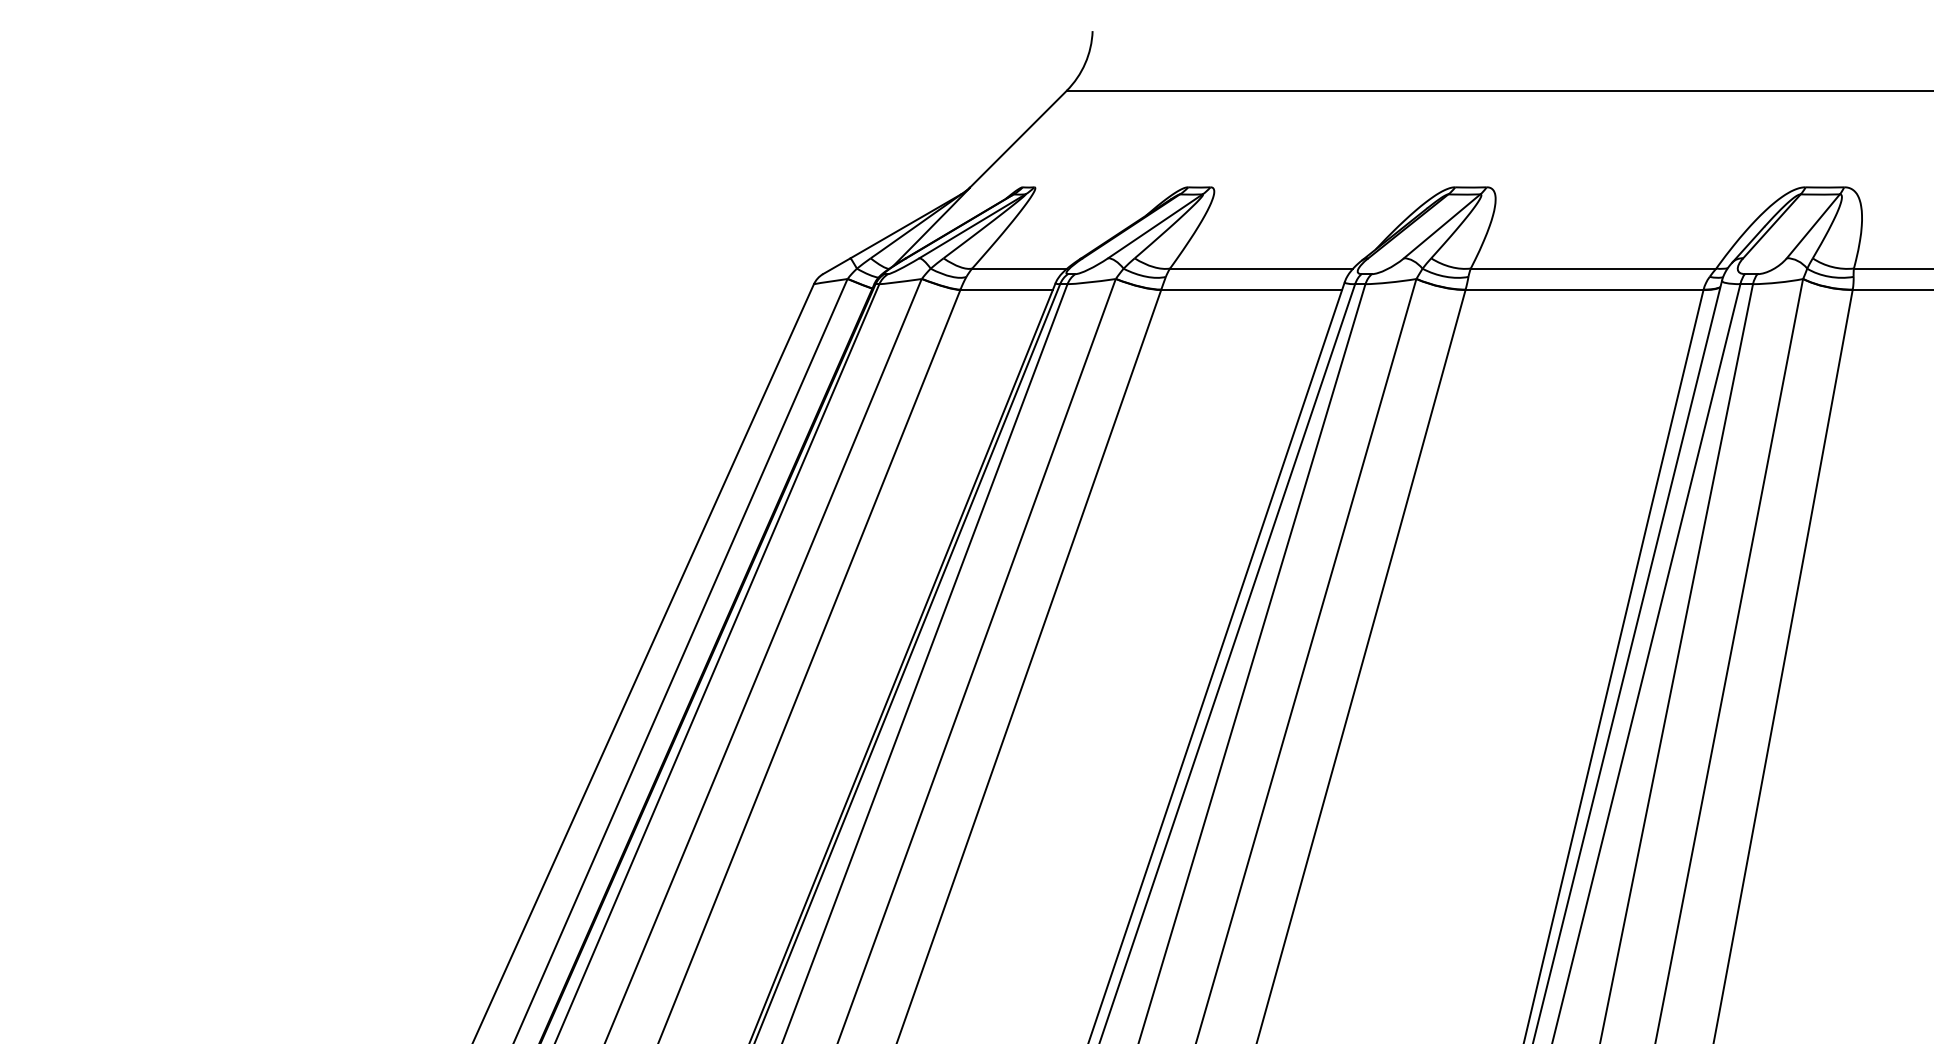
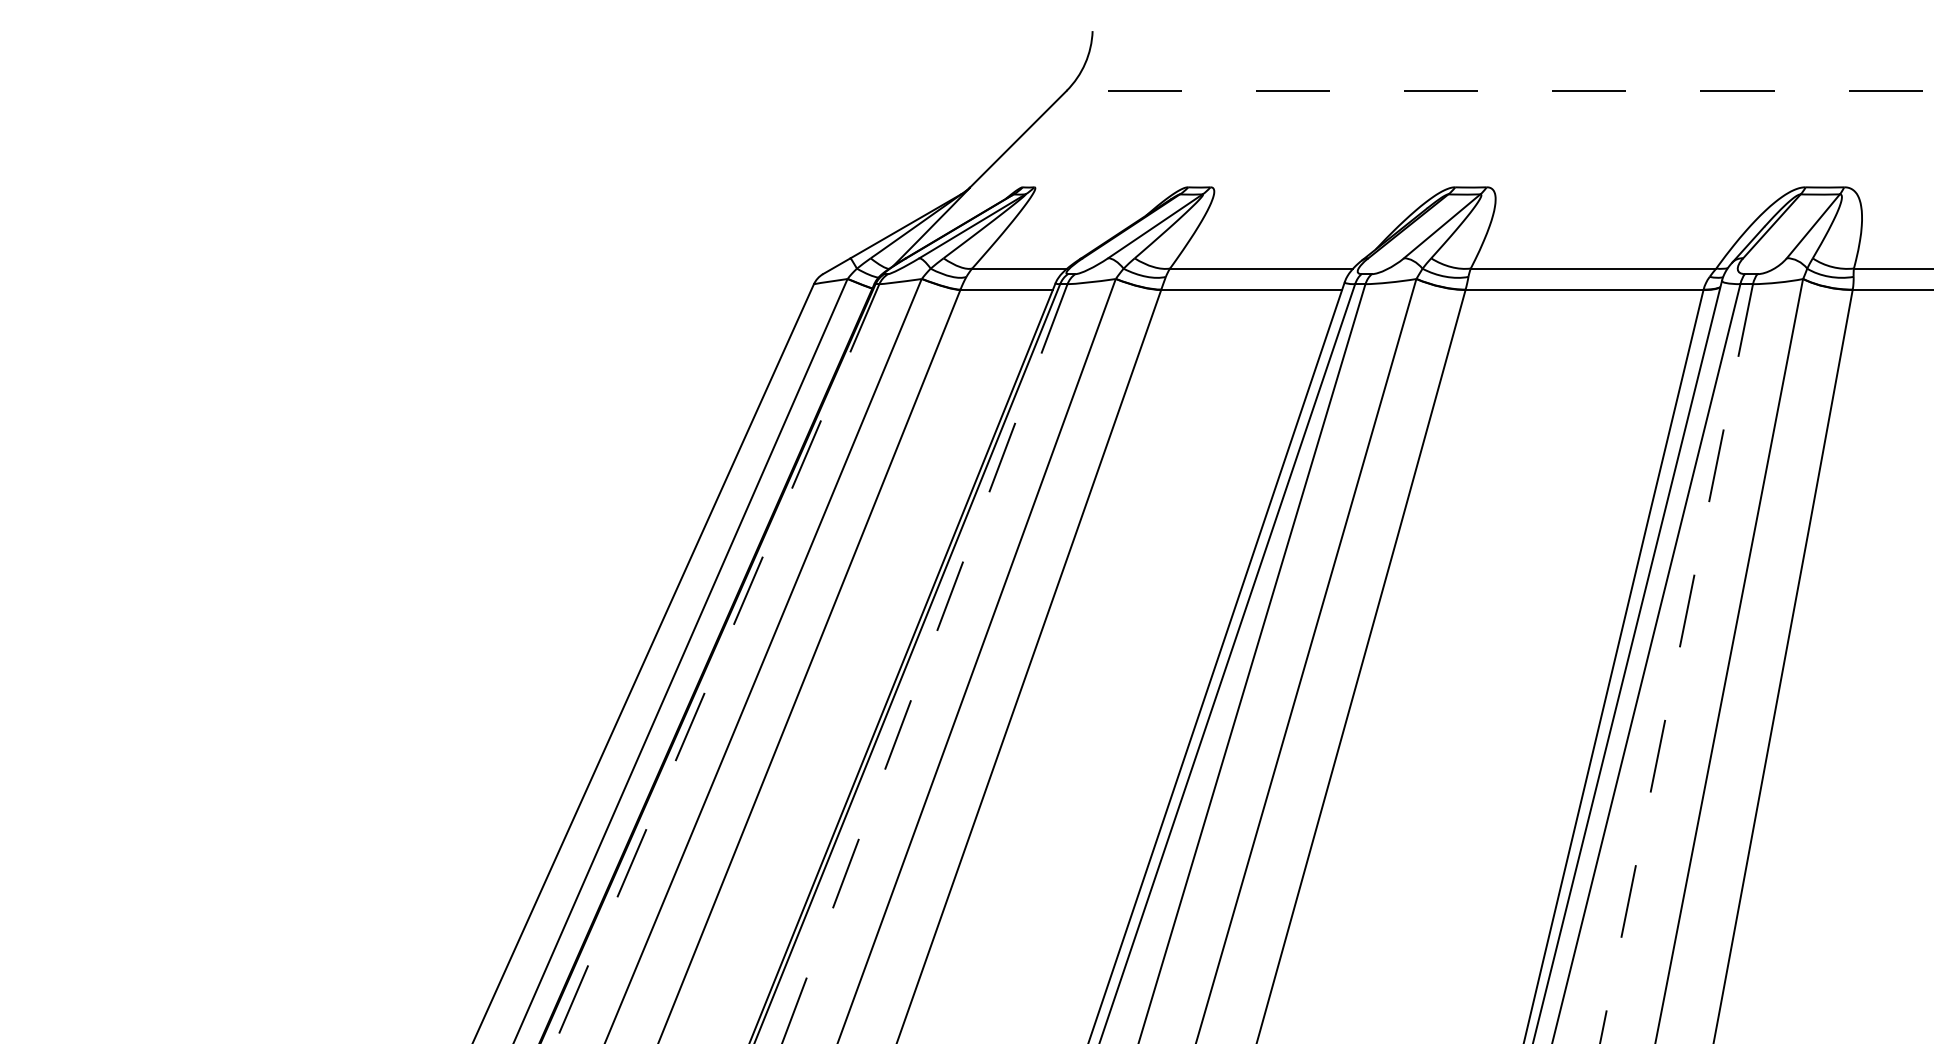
line at (1499, 90): solid -> dashed
line at (717, 663): solid -> dashed
line at (924, 664): solid -> dashed
line at (1676, 664): solid -> dashed
